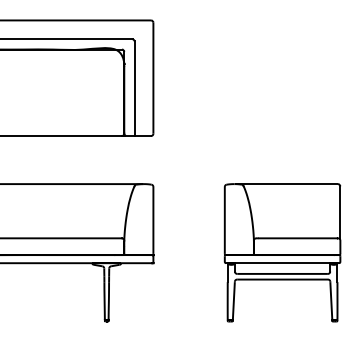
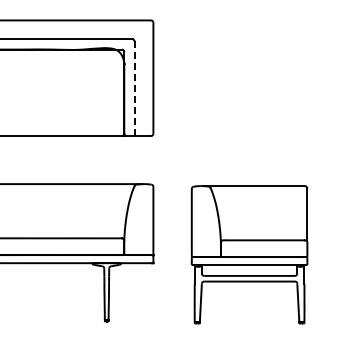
line at (134, 89): solid -> dashed
part at (282, 252) position: (282, 252) -> (249, 254)
